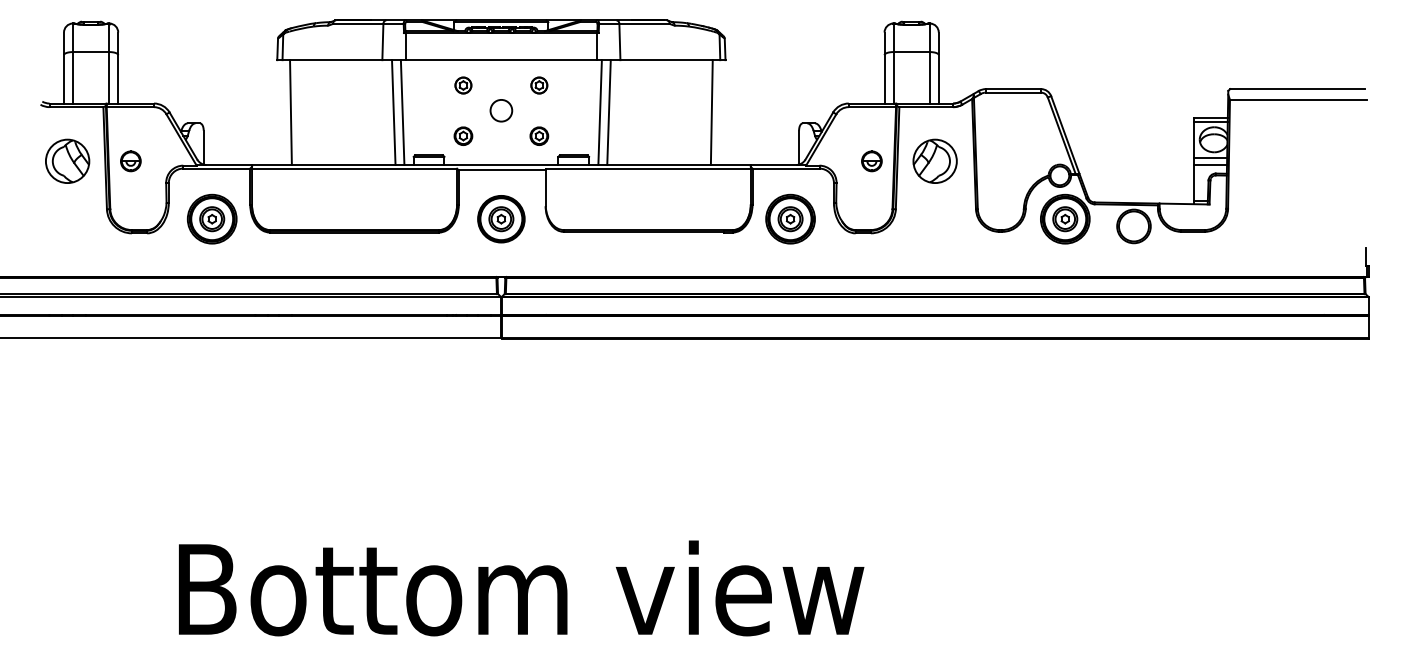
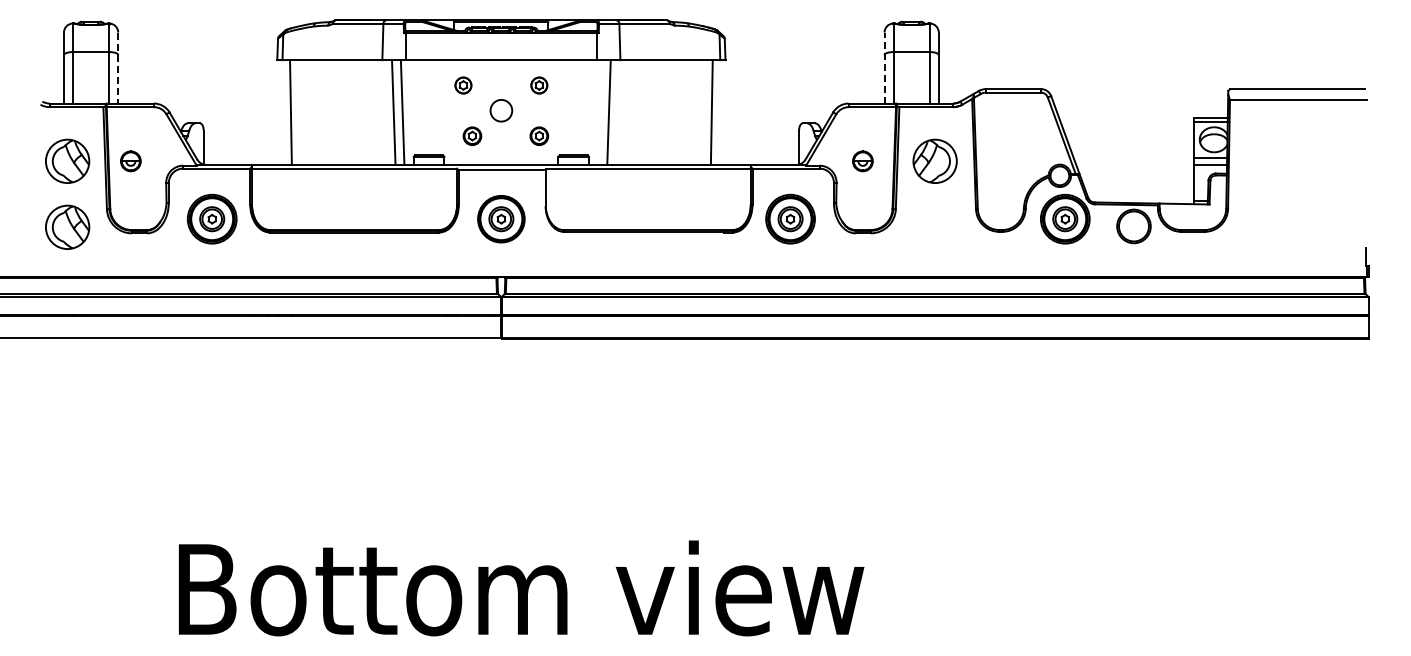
line at (884, 67): solid -> dashed
line at (118, 68): solid -> dashed
line at (599, 112): present -> none
part at (463, 135) position: (463, 135) -> (472, 135)
part at (871, 161) position: (871, 161) -> (862, 161)
part at (67, 226): none -> present
